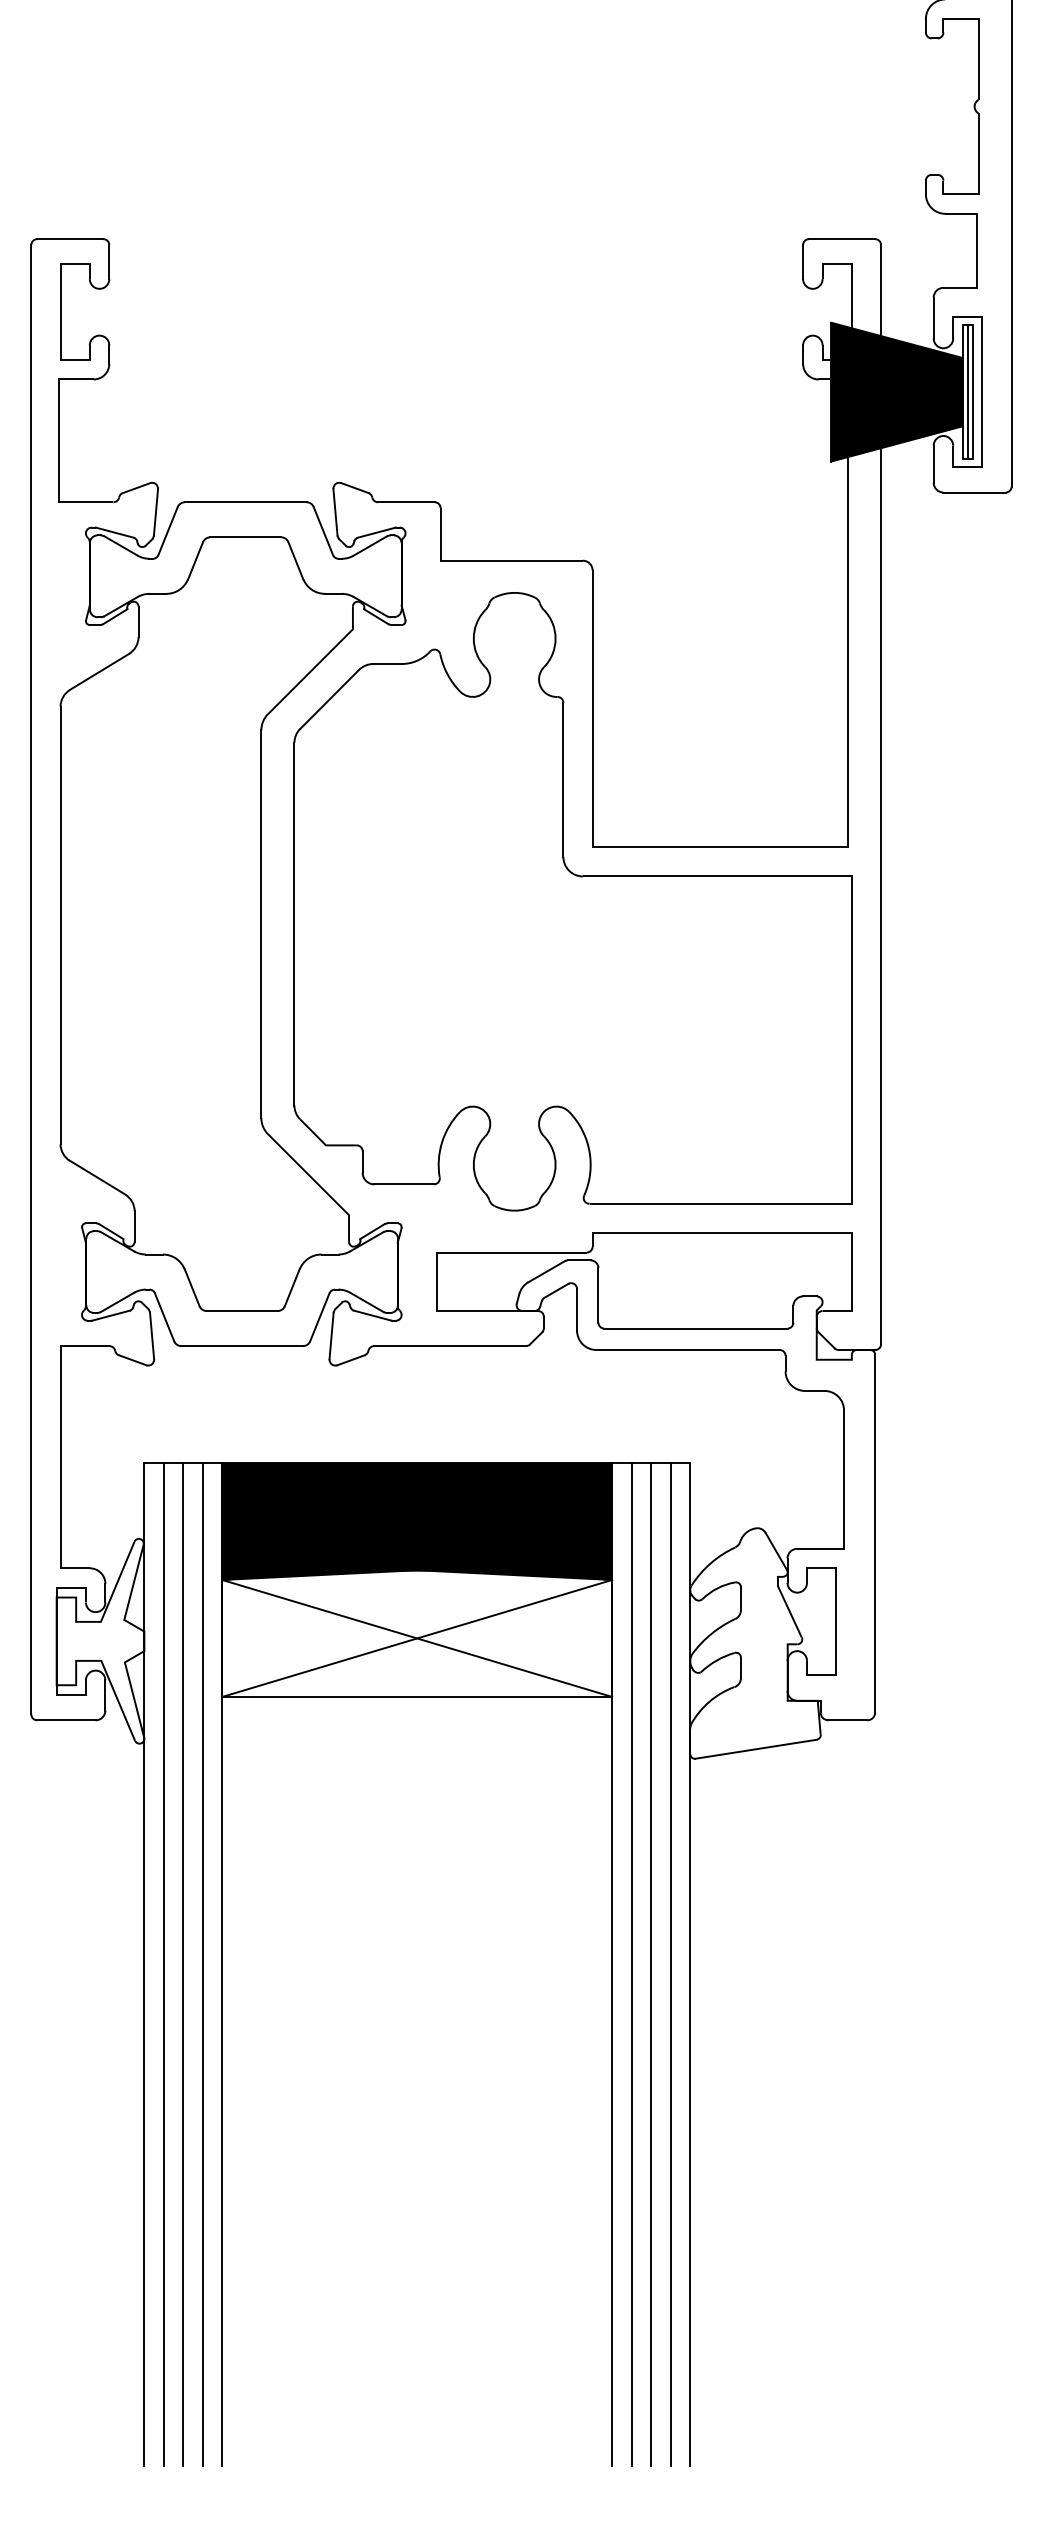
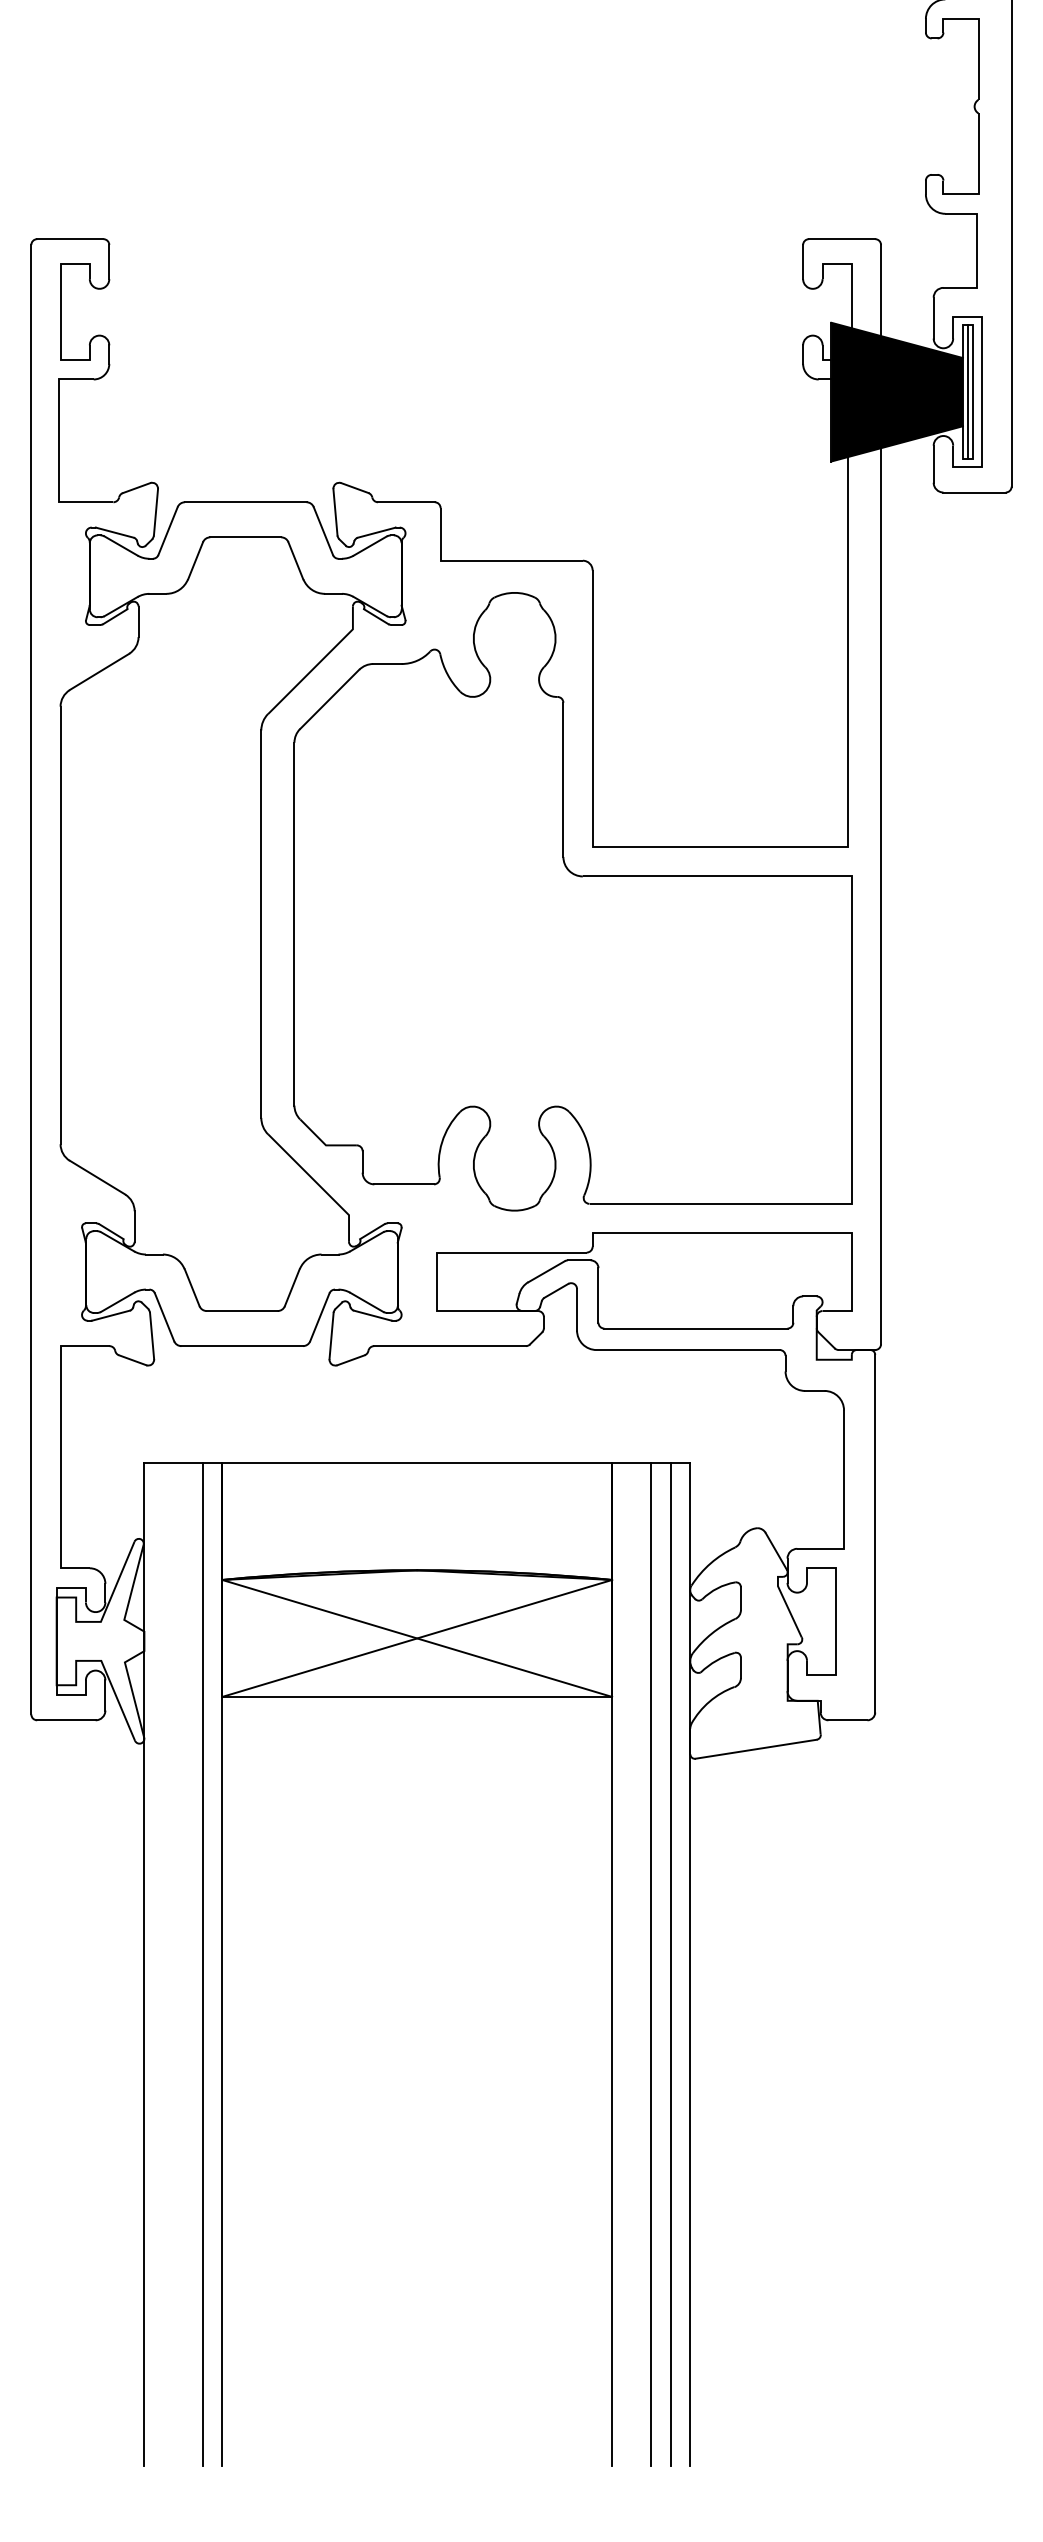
fill at (417, 1521): present -> none
line at (163, 1964): present -> none
line at (183, 1964): present -> none
line at (631, 1964): present -> none
